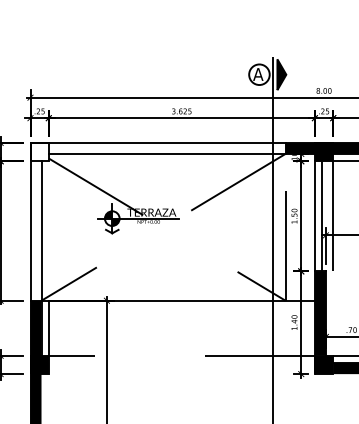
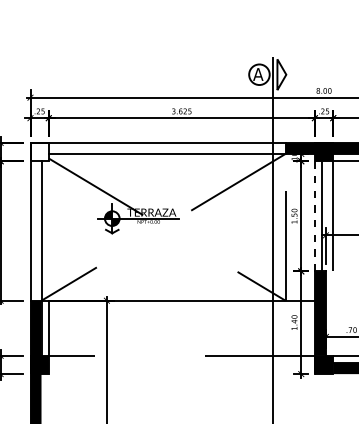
fill at (281, 74): present -> none
line at (314, 216): solid -> dashed
